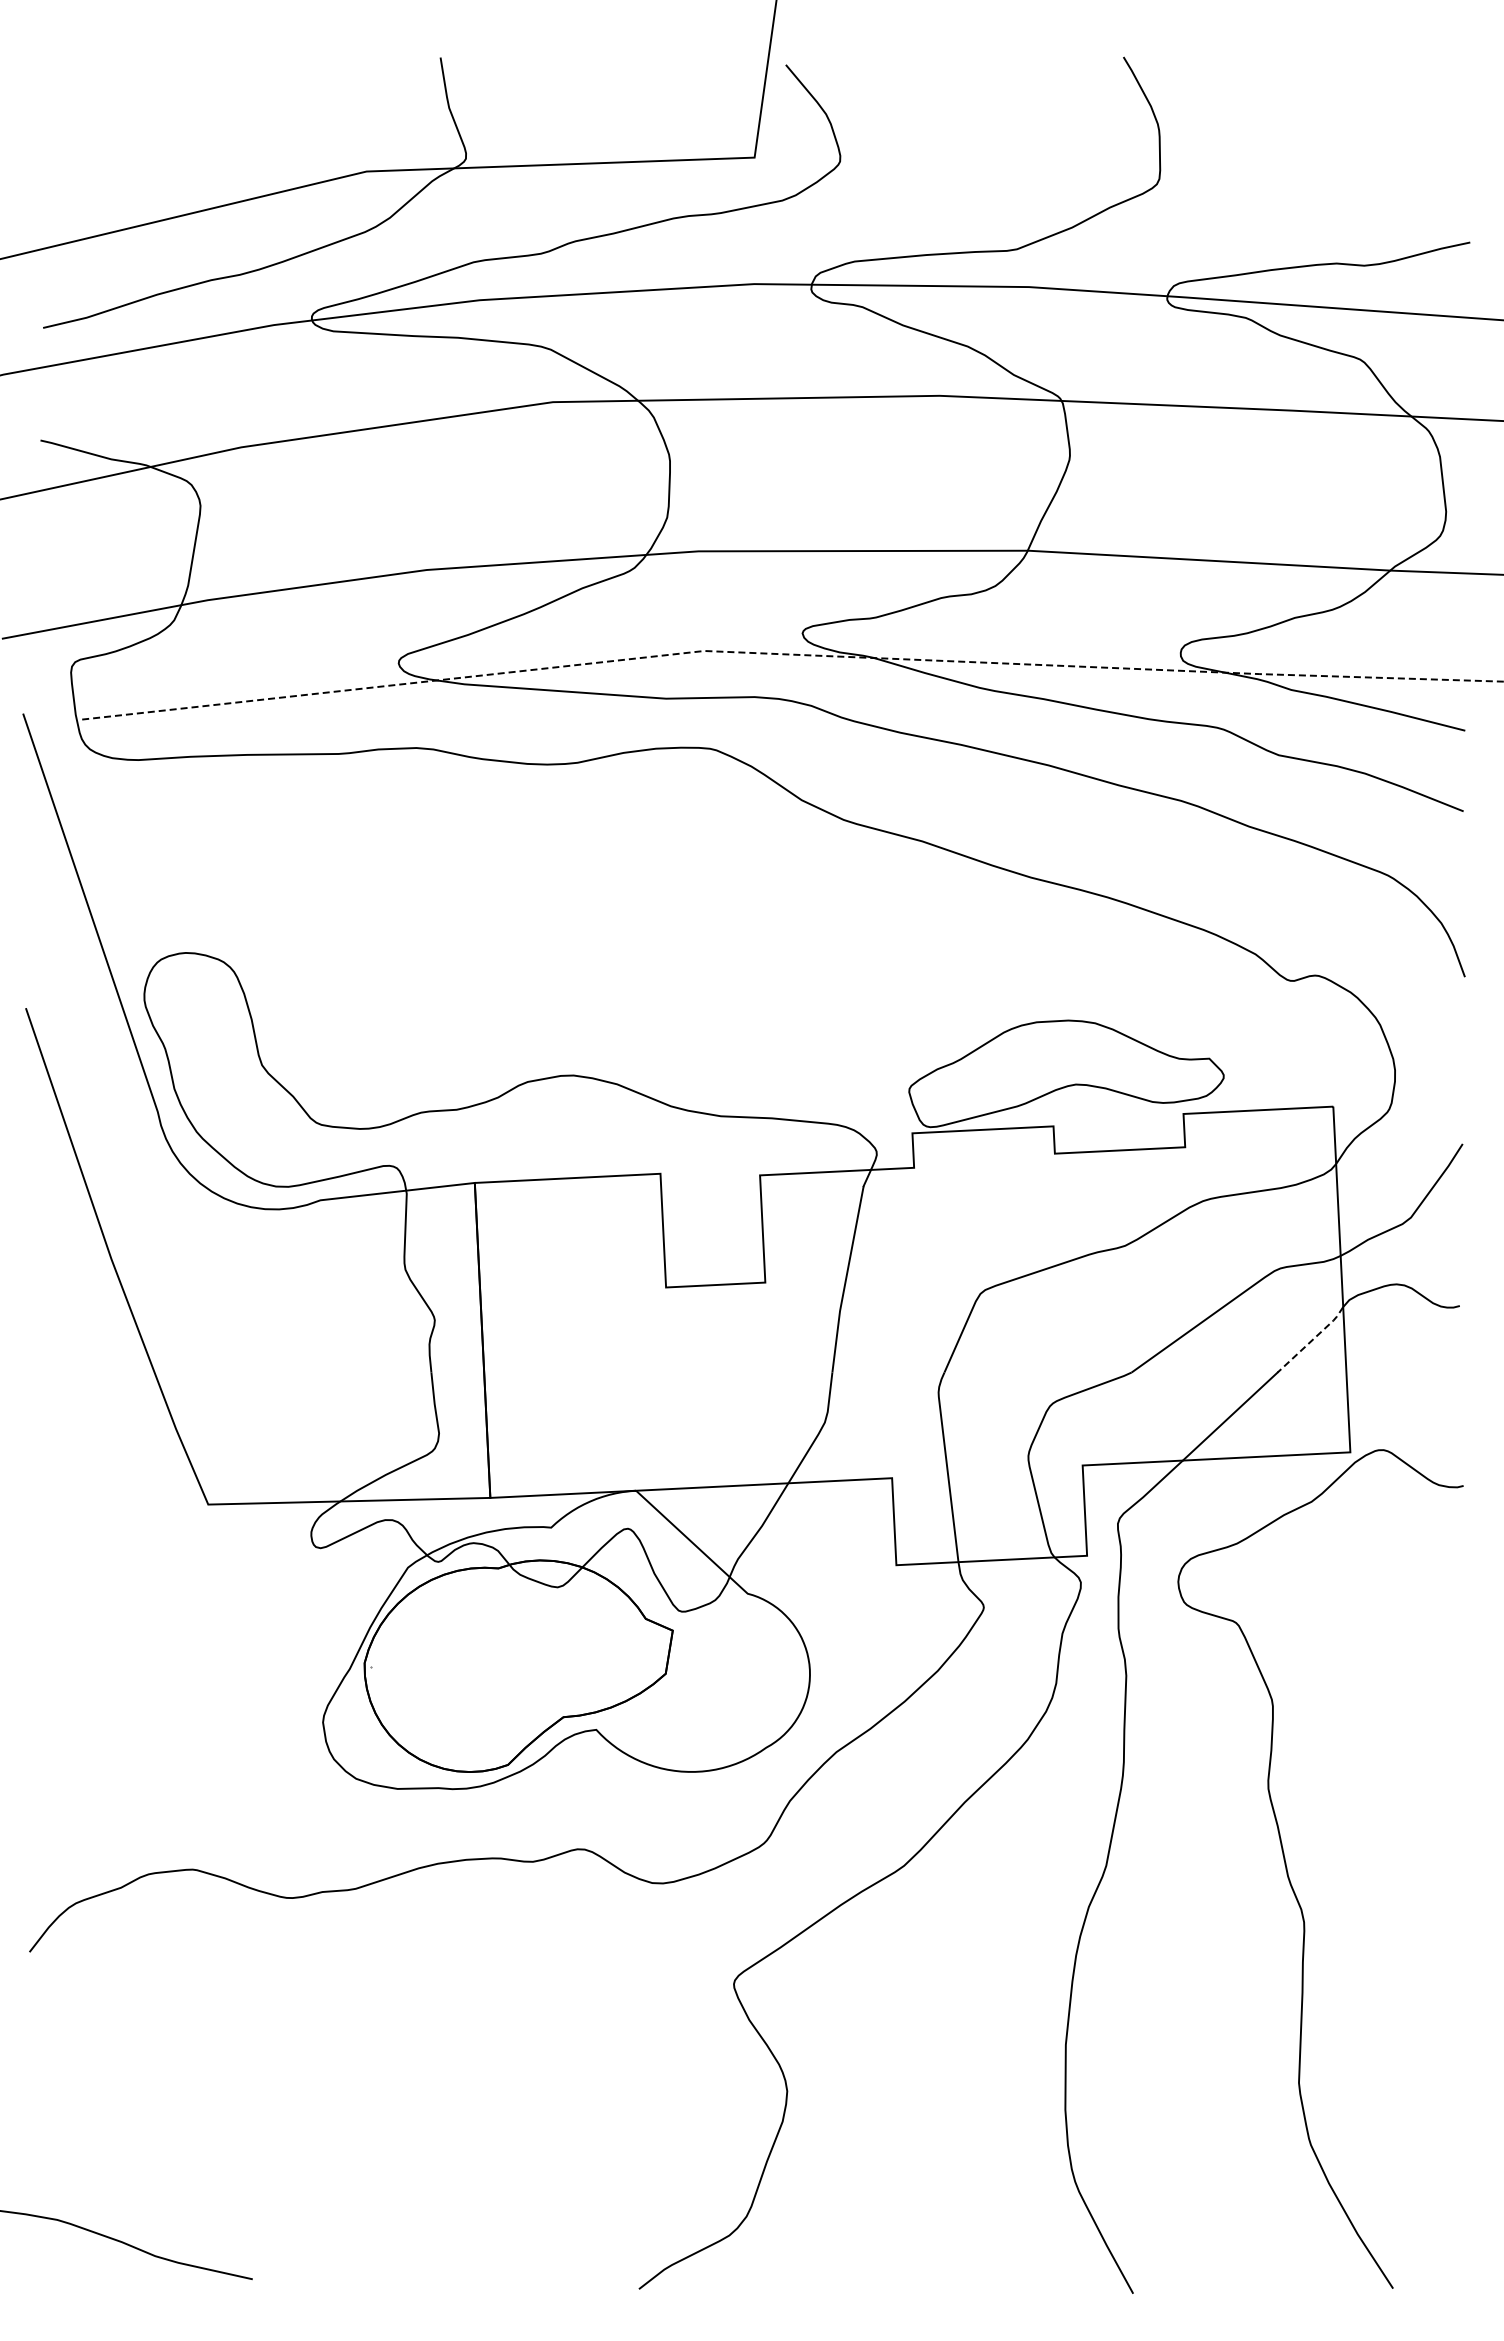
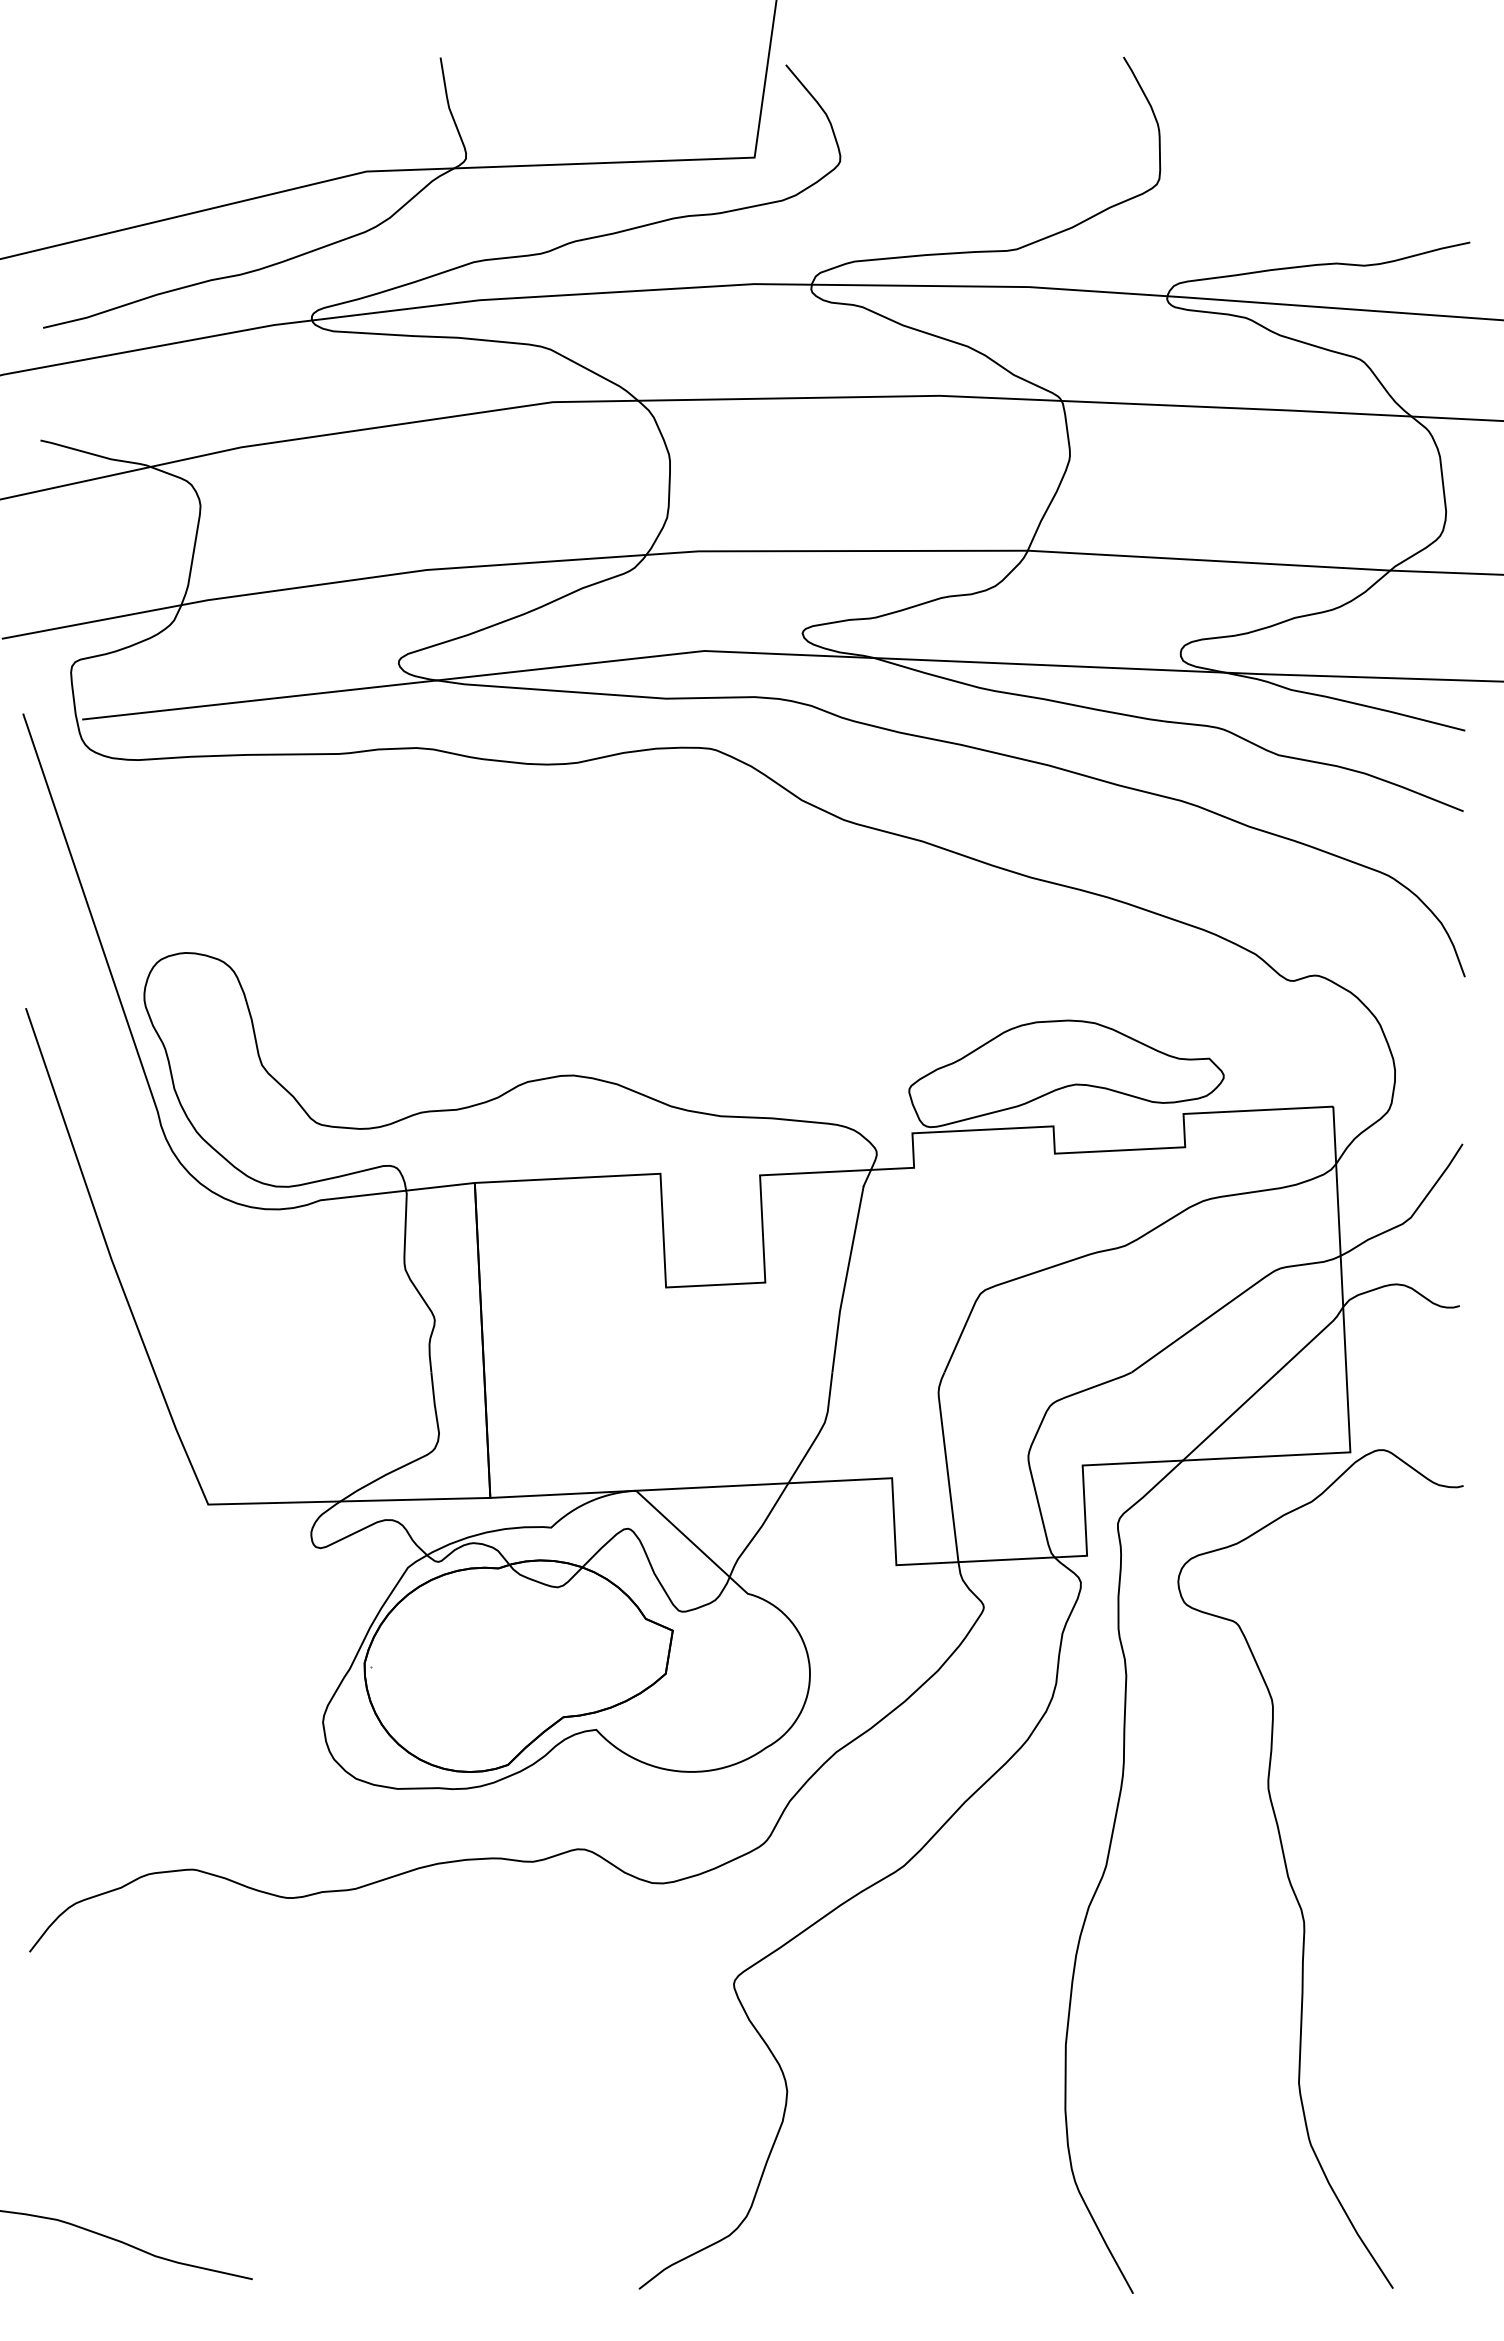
line at (792, 654): dashed -> solid
line at (1312, 1340): dashed -> solid
